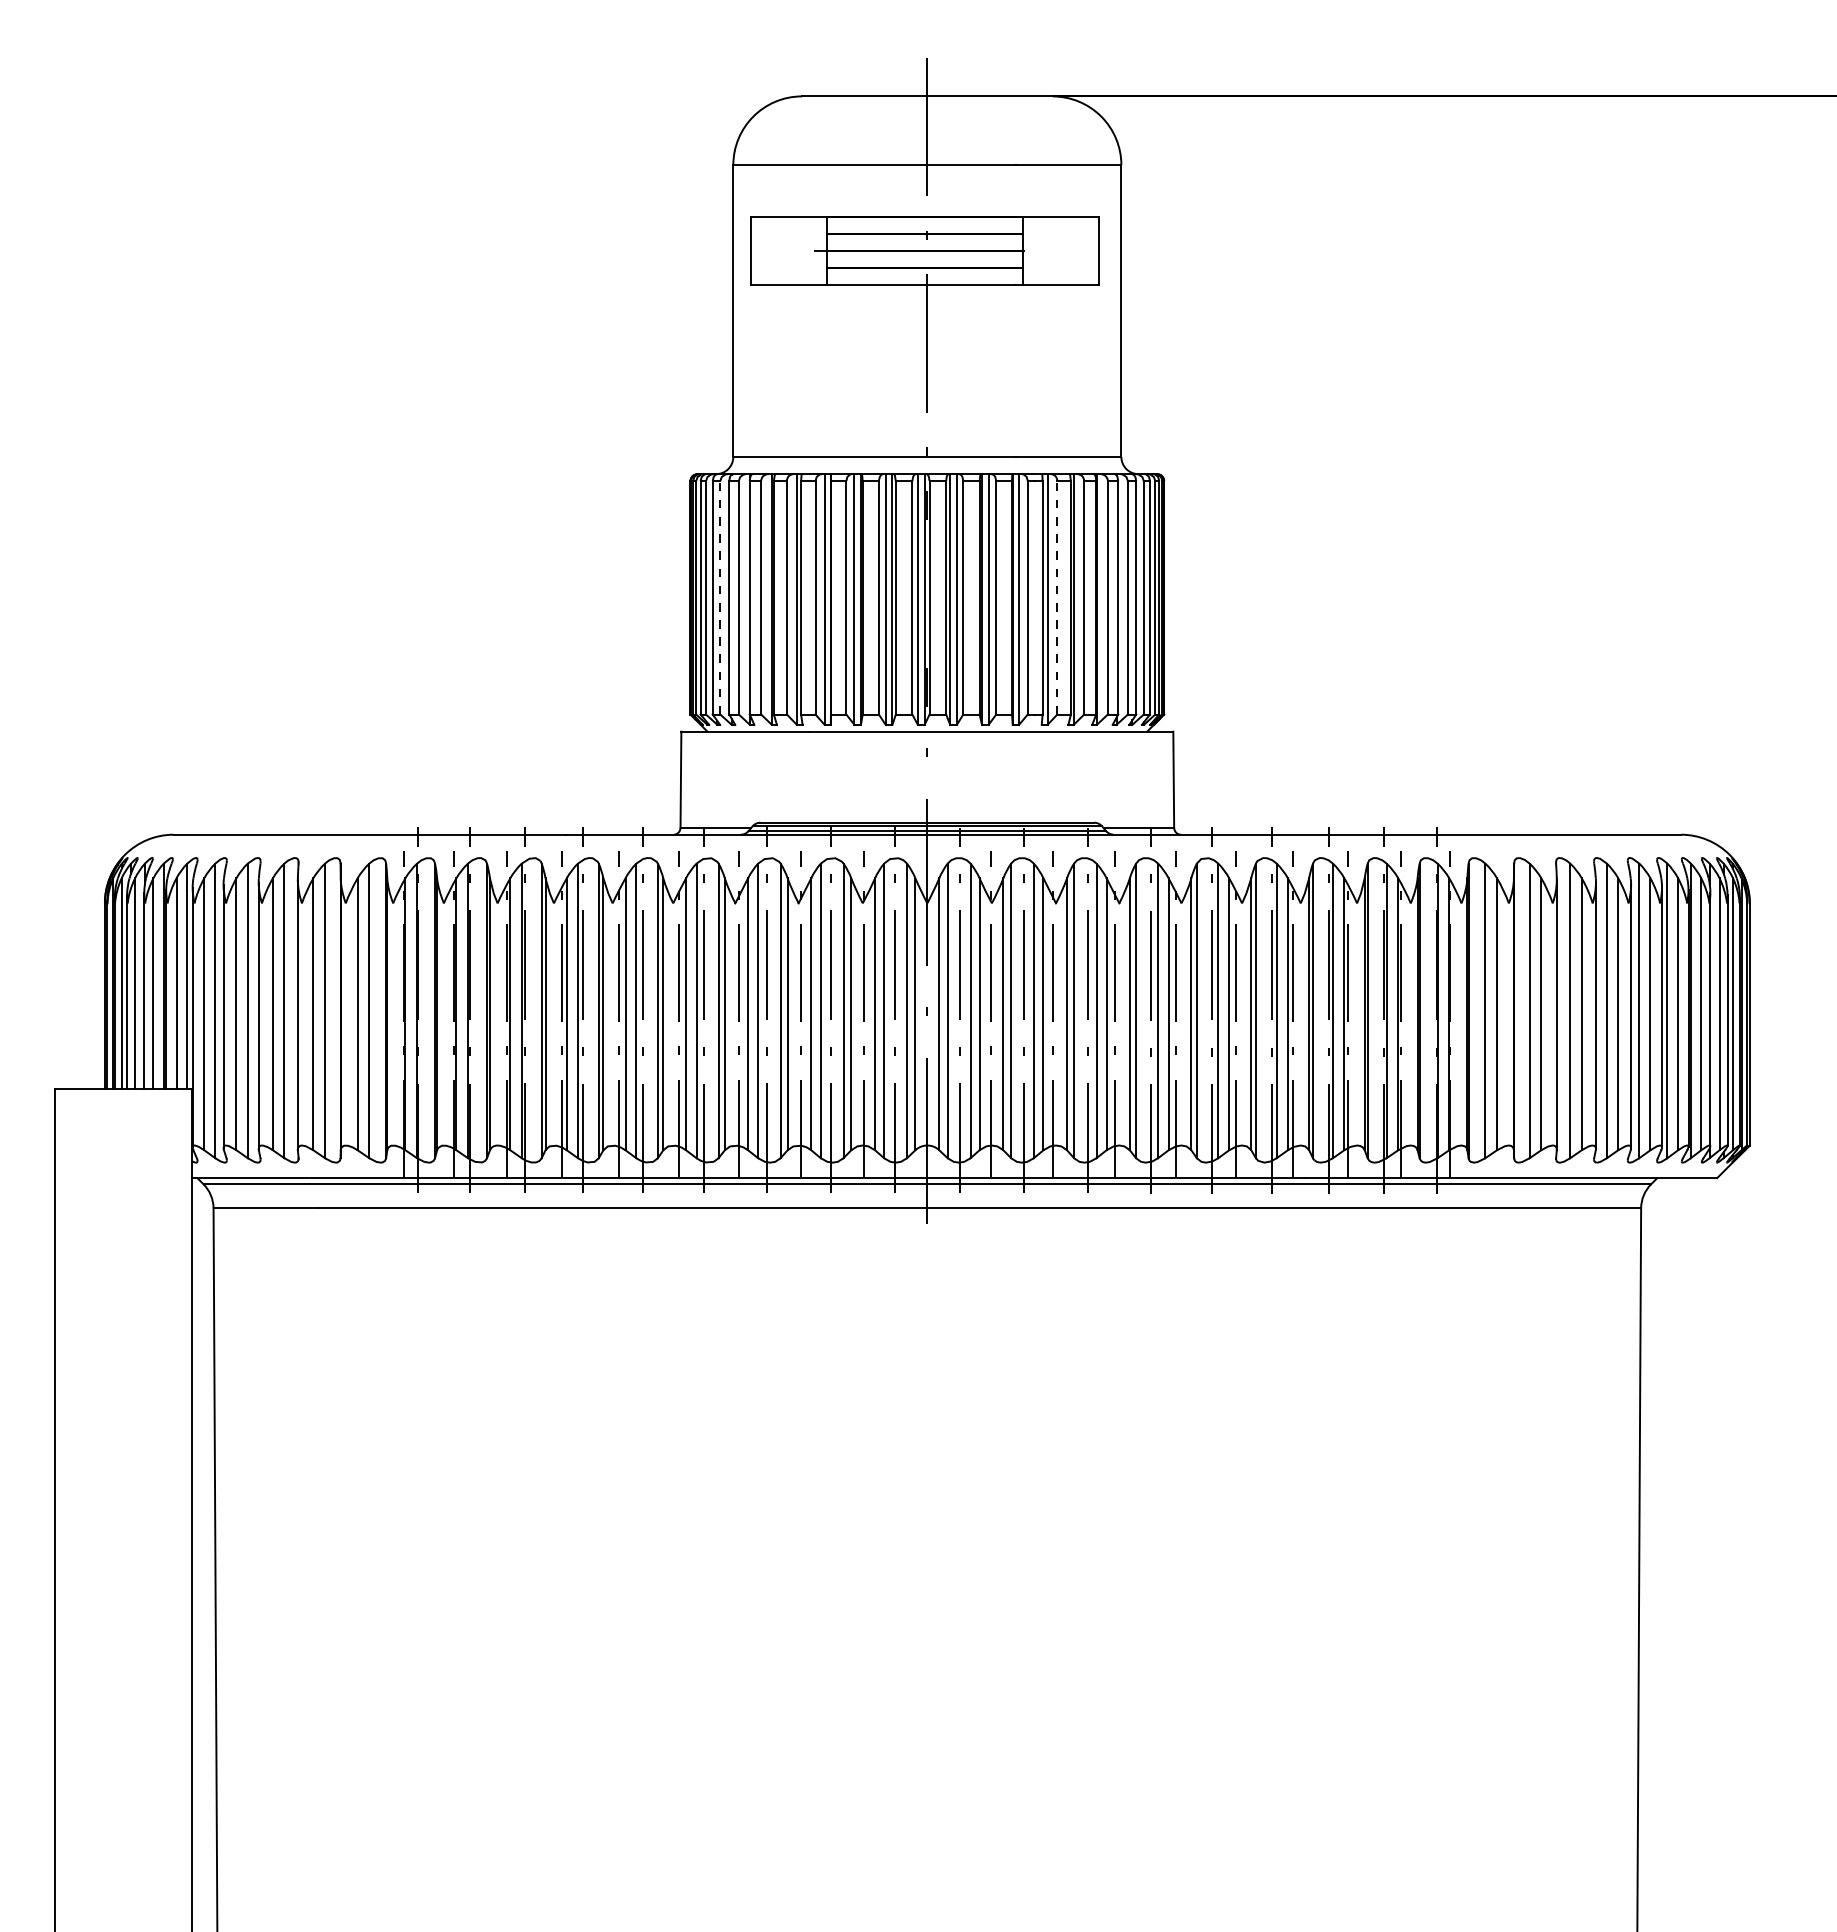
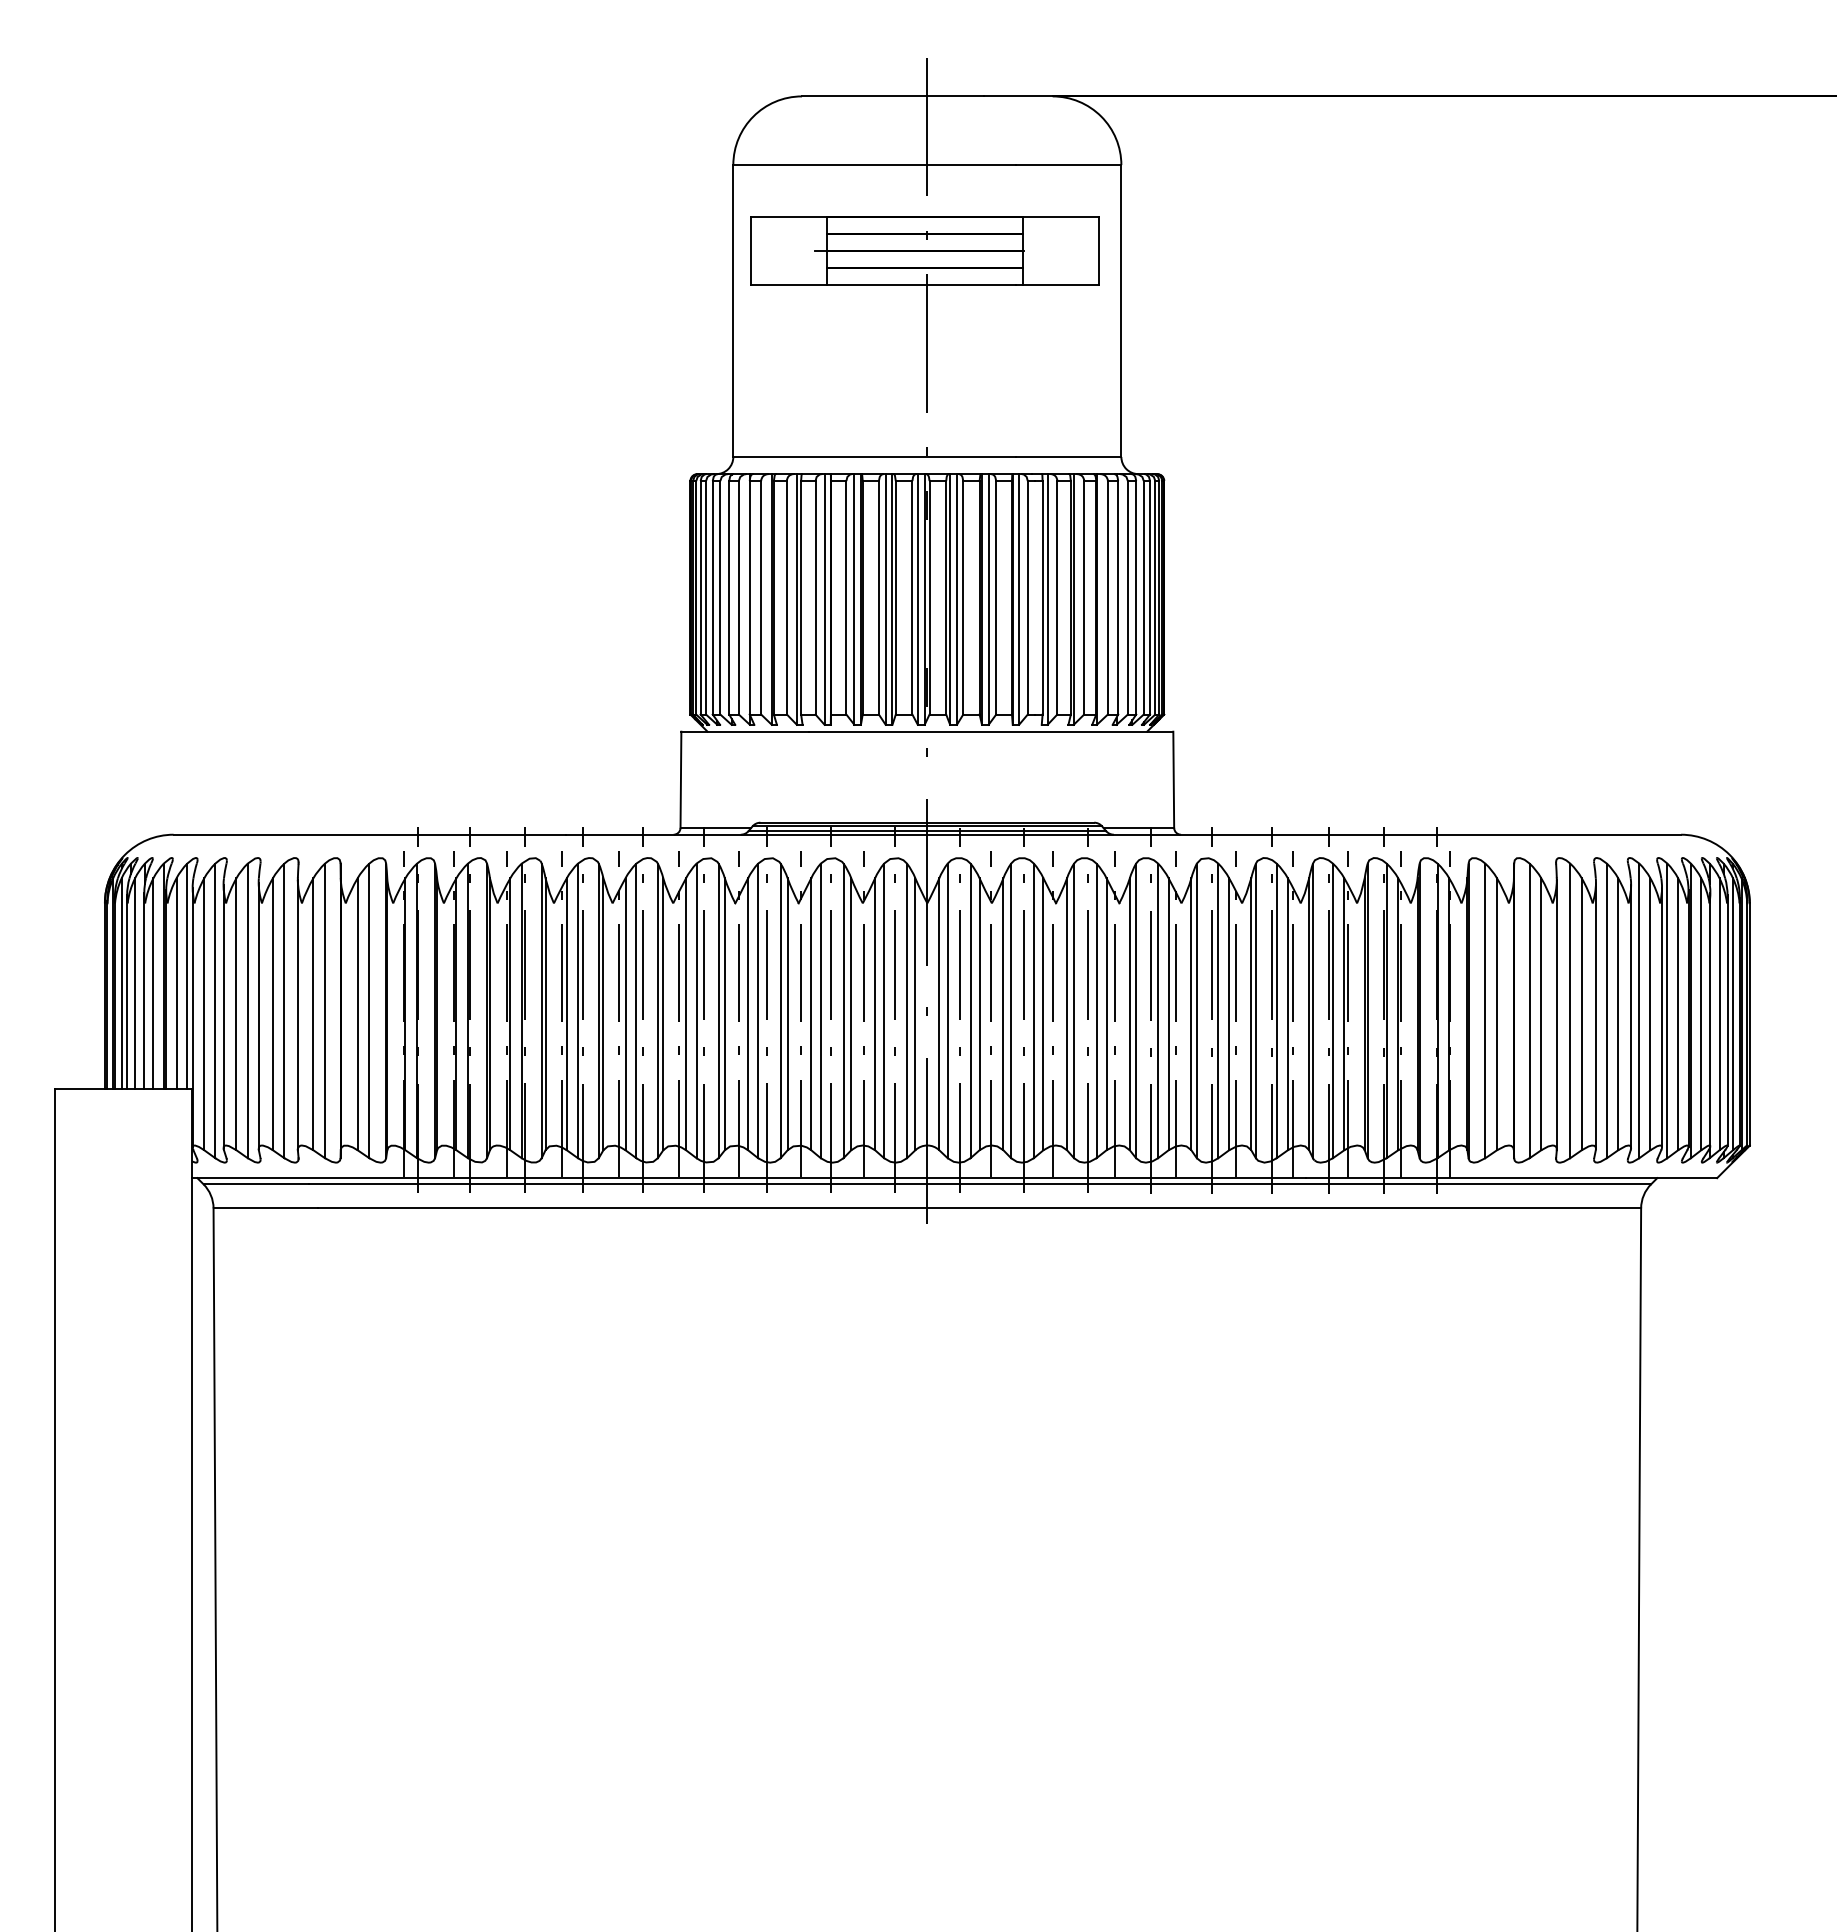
line at (720, 597): dashed -> solid
line at (1057, 597): dashed -> solid
